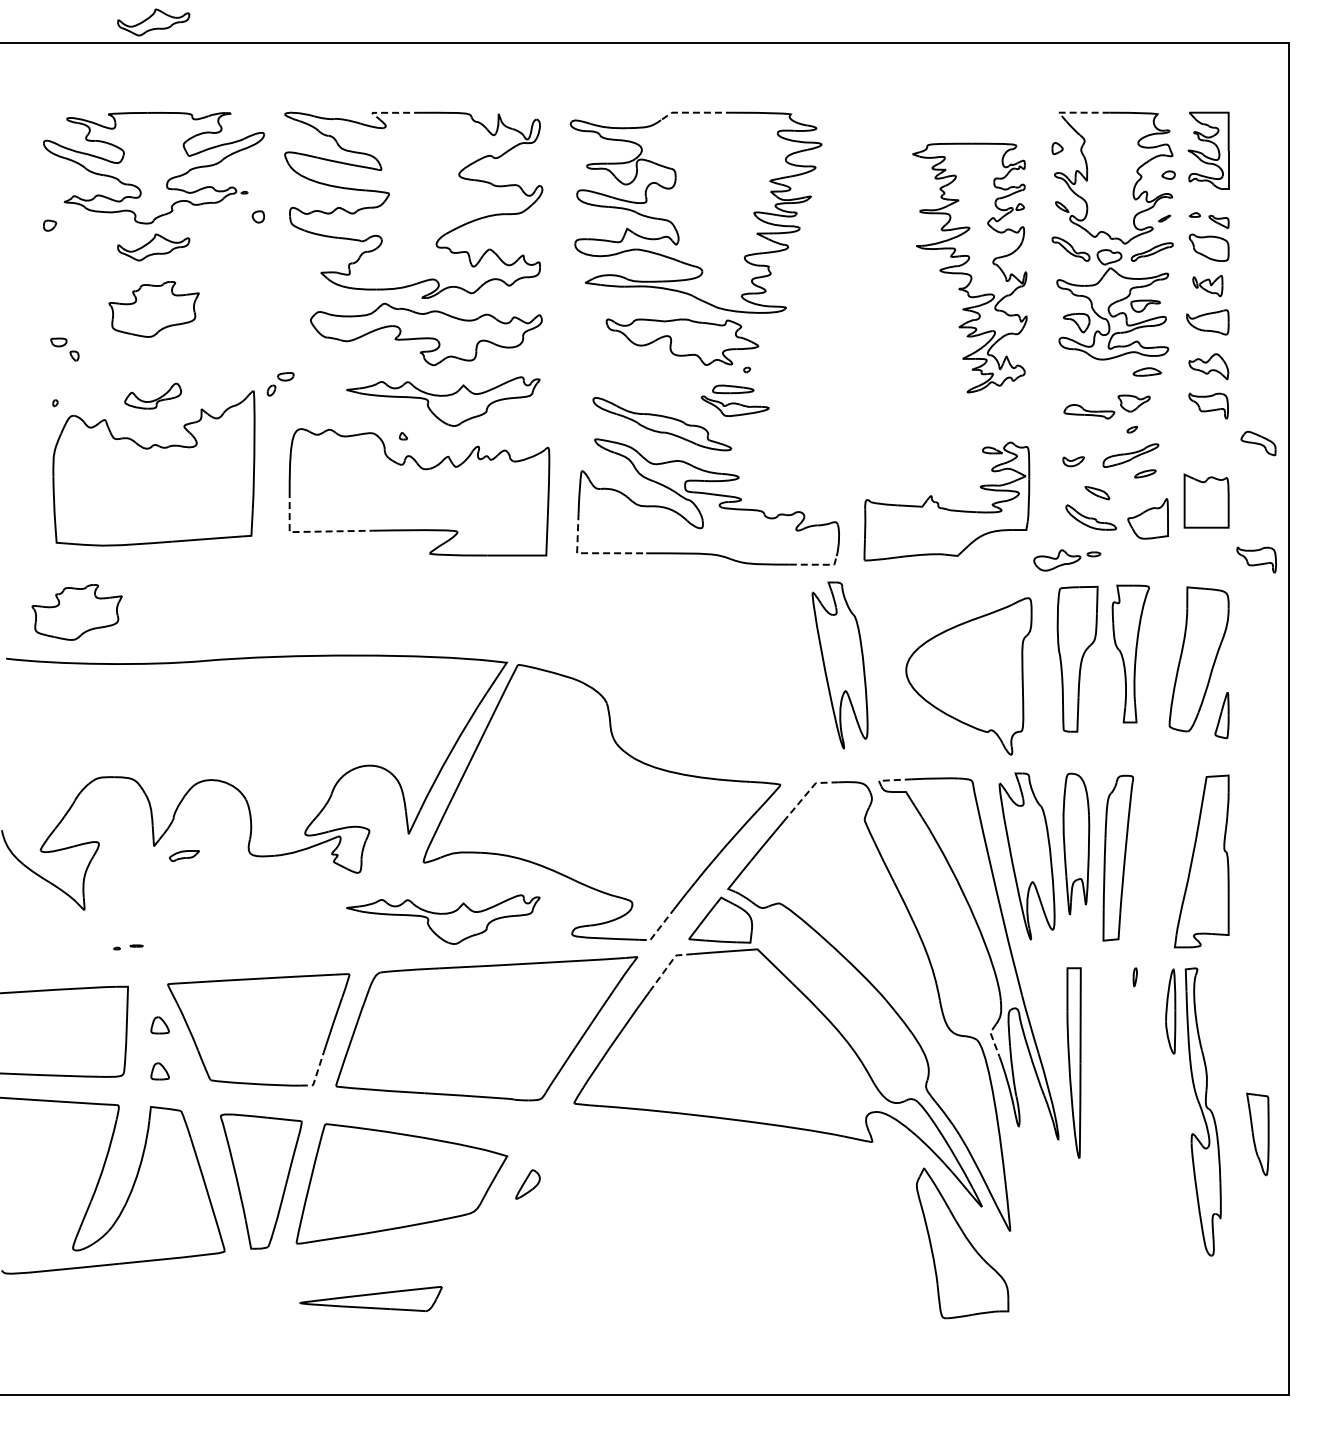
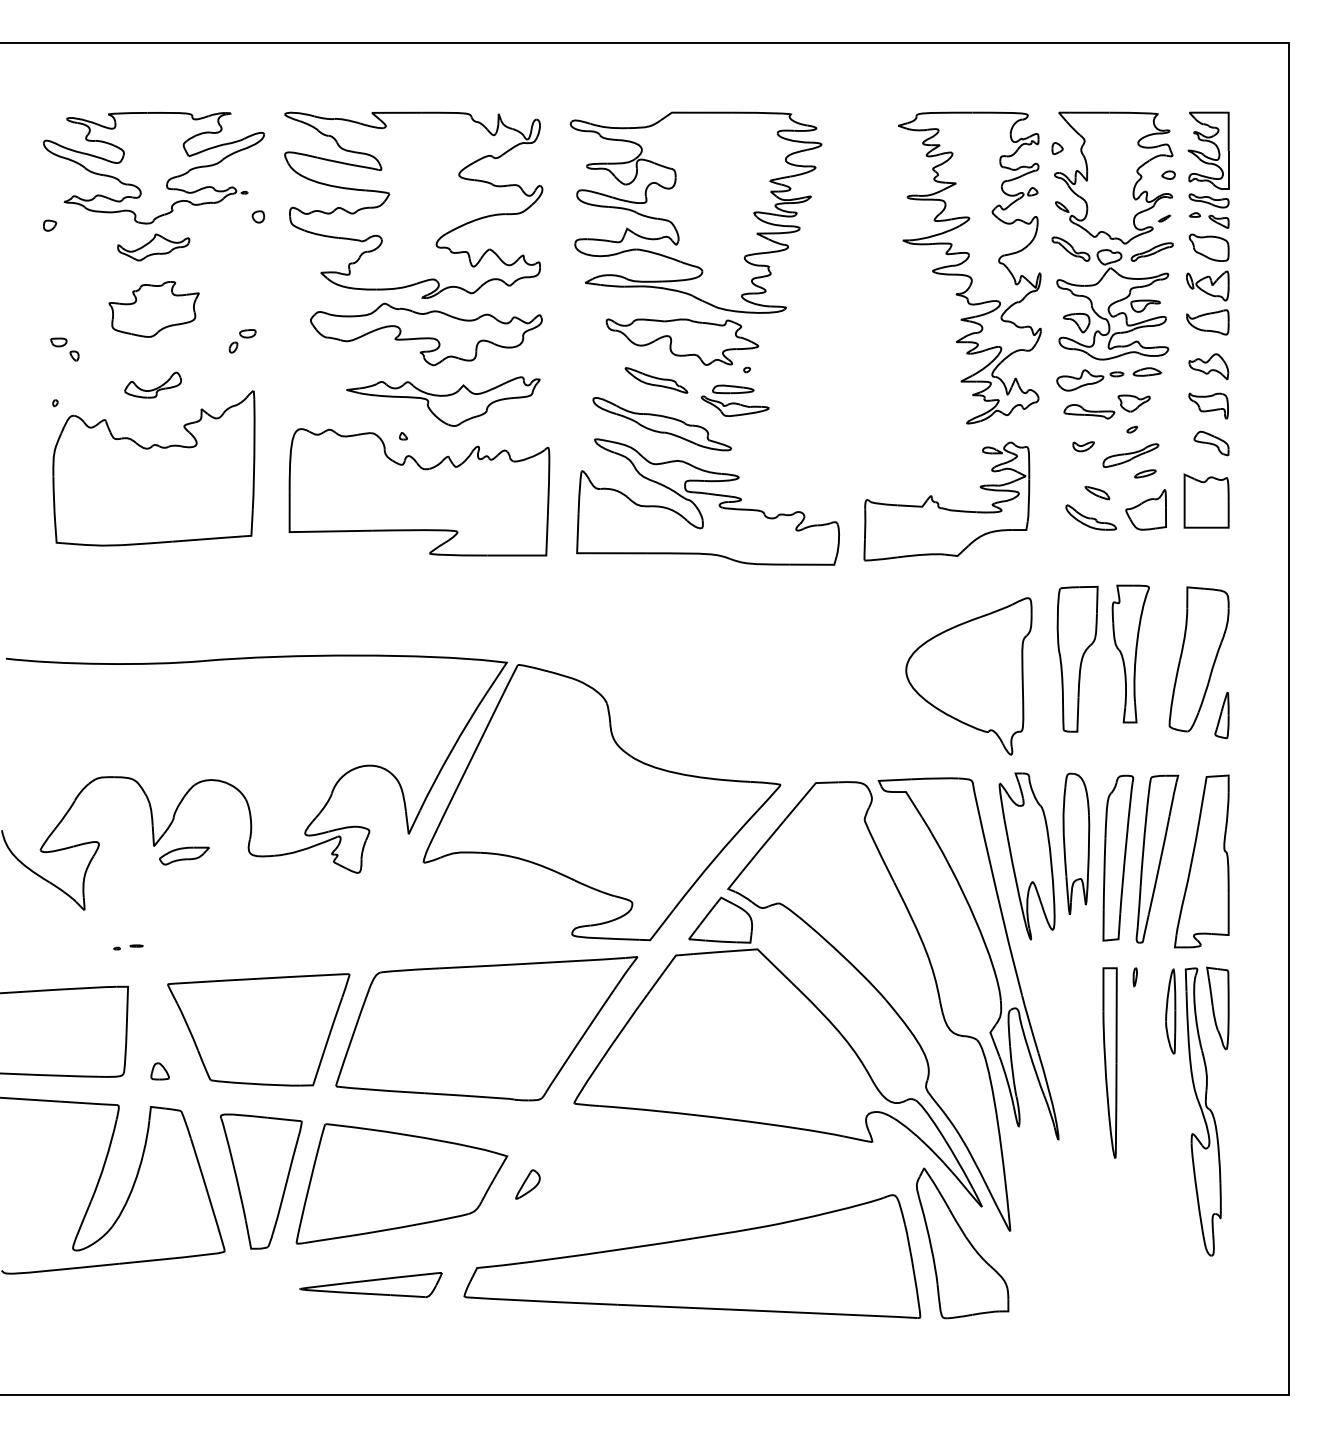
part at (153, 22): present -> none
line at (390, 112): dashed -> solid
line at (694, 112): dashed -> solid
line at (1077, 112): dashed -> solid
part at (1208, 200): none -> present
part at (969, 267) size: 116x252 px -> 144x314 px
part at (1207, 286) size: 32x23 px -> 44x32 px
part at (656, 380): none -> present
part at (280, 384) position: (280, 384) -> (242, 341)
part at (152, 395) position: (152, 395) -> (152, 384)
part at (1258, 443) position: (1258, 443) -> (1211, 443)
part at (1073, 461) position: (1073, 461) -> (1083, 446)
part at (1147, 518) position: (1147, 518) -> (1145, 509)
line at (310, 531): dashed -> solid
line at (590, 553): dashed -> solid
part at (1256, 559): present -> none
part at (1067, 560) position: (1067, 560) -> (1090, 380)
line at (818, 564): dashed -> solid
part at (76, 612): present -> none
part at (839, 665): present -> none
line at (890, 780): dashed -> solid
line at (808, 791): dashed -> solid
part at (183, 855) size: 32x12 px -> 51x20 px
part at (1157, 858): none -> present
part at (443, 919): present -> none
line at (658, 929): dashed -> solid
line at (668, 965): dashed -> solid
part at (159, 1025): present -> none
line at (992, 1039): dashed -> solid
part at (1073, 1062) position: (1073, 1062) -> (1109, 1062)
line at (316, 1075): dashed -> solid
part at (1257, 1134) position: (1257, 1134) -> (1217, 1008)
part at (692, 1256): none -> present
part at (370, 1298) position: (370, 1298) -> (370, 1284)
